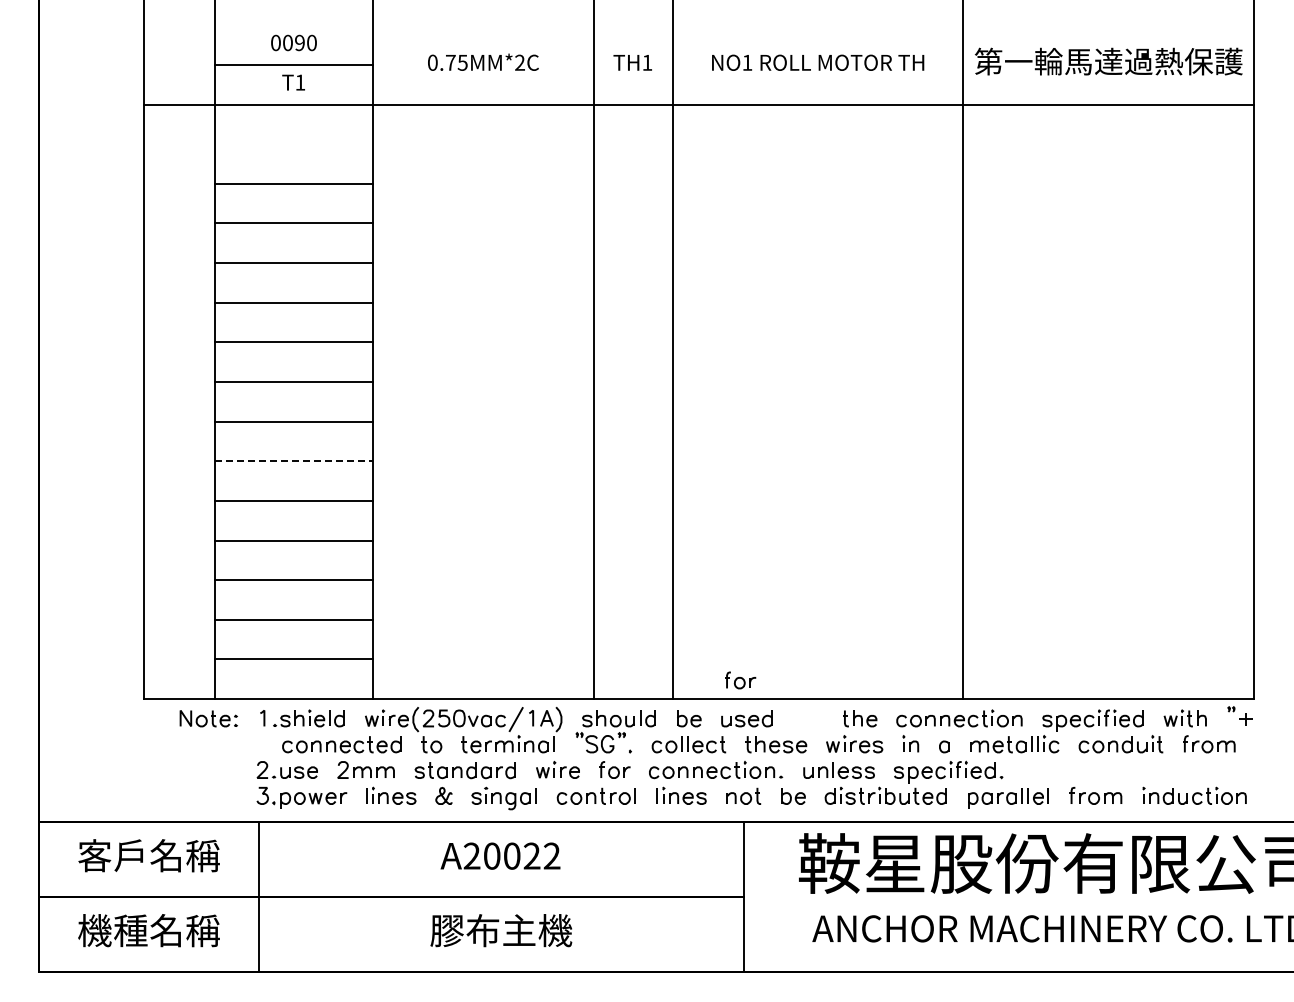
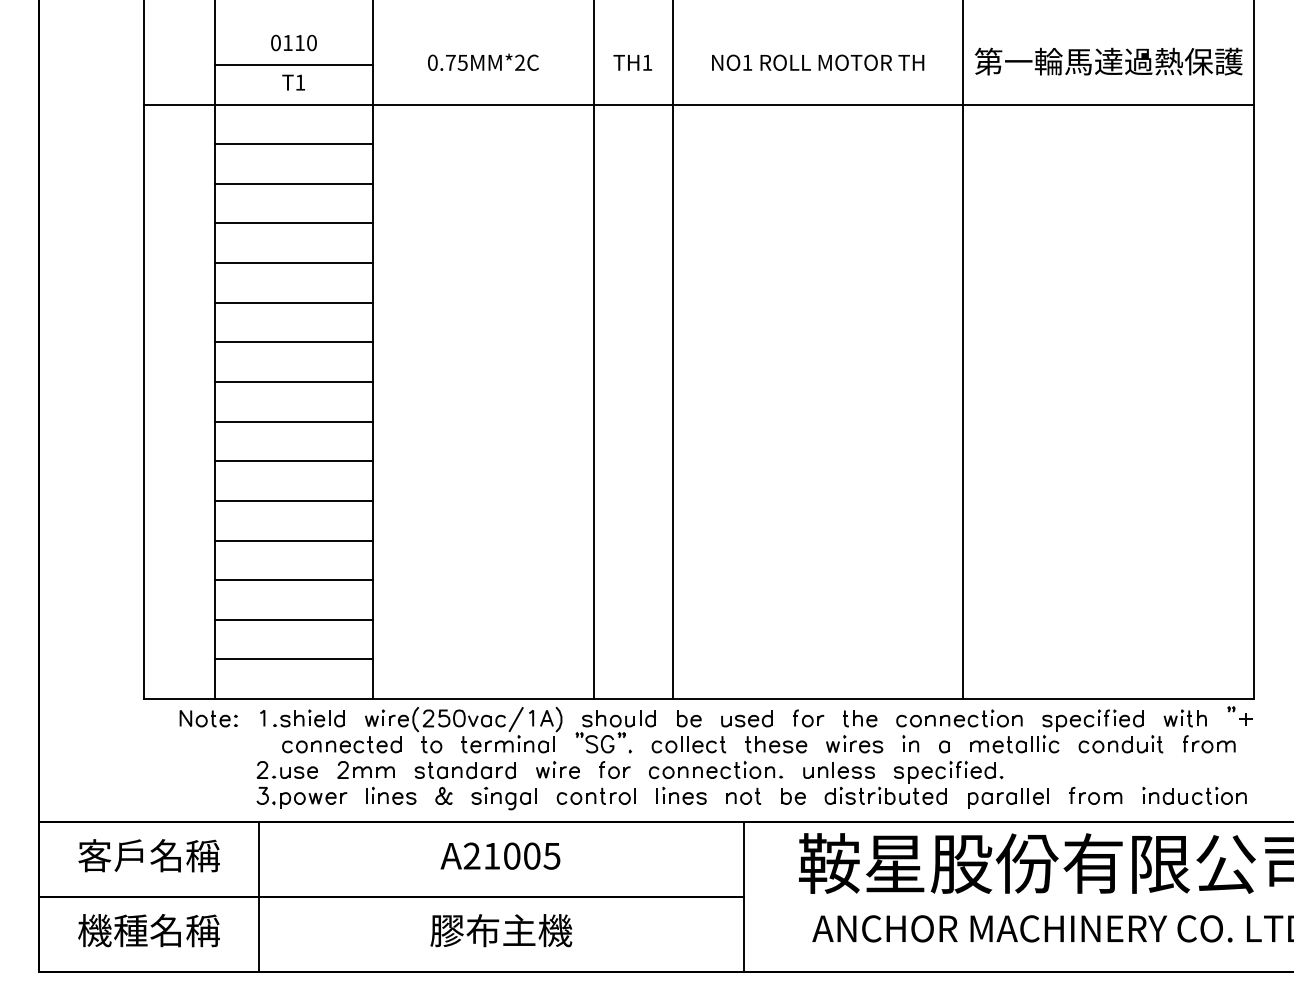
text at (293, 42): 0090 -> 0110
line at (293, 144): none -> present
line at (294, 461): dashed -> solid
part at (740, 680) position: (740, 680) -> (808, 718)
text at (522, 855): A20022 -> A21005
